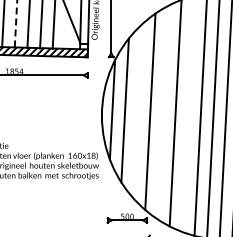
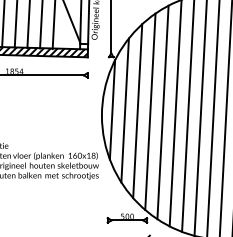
line at (16, 23): dashed -> solid
line at (137, 111): none -> present
line at (162, 112): none -> present
line at (188, 116): none -> present
